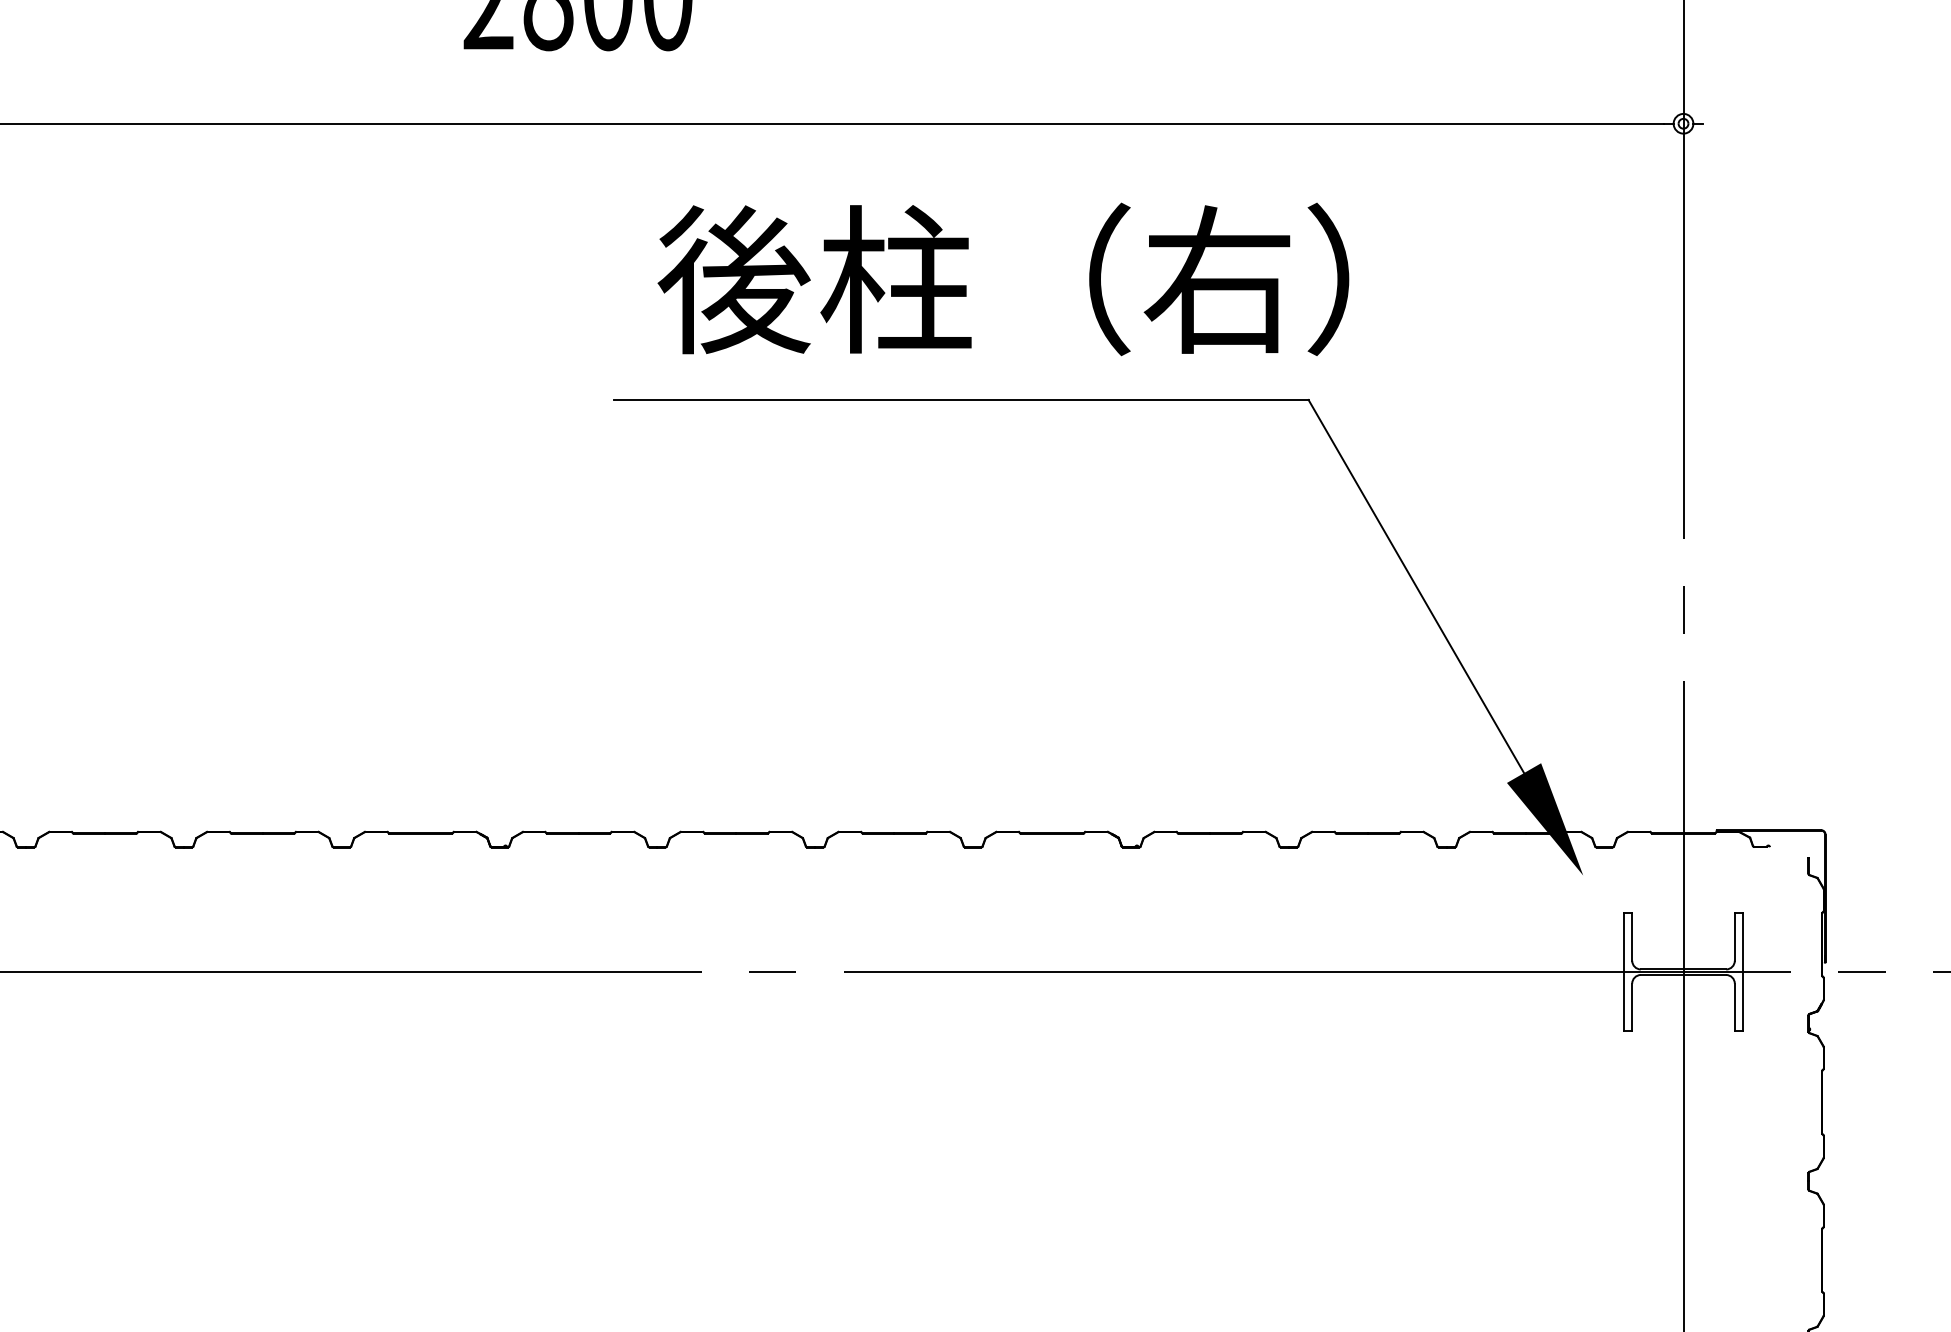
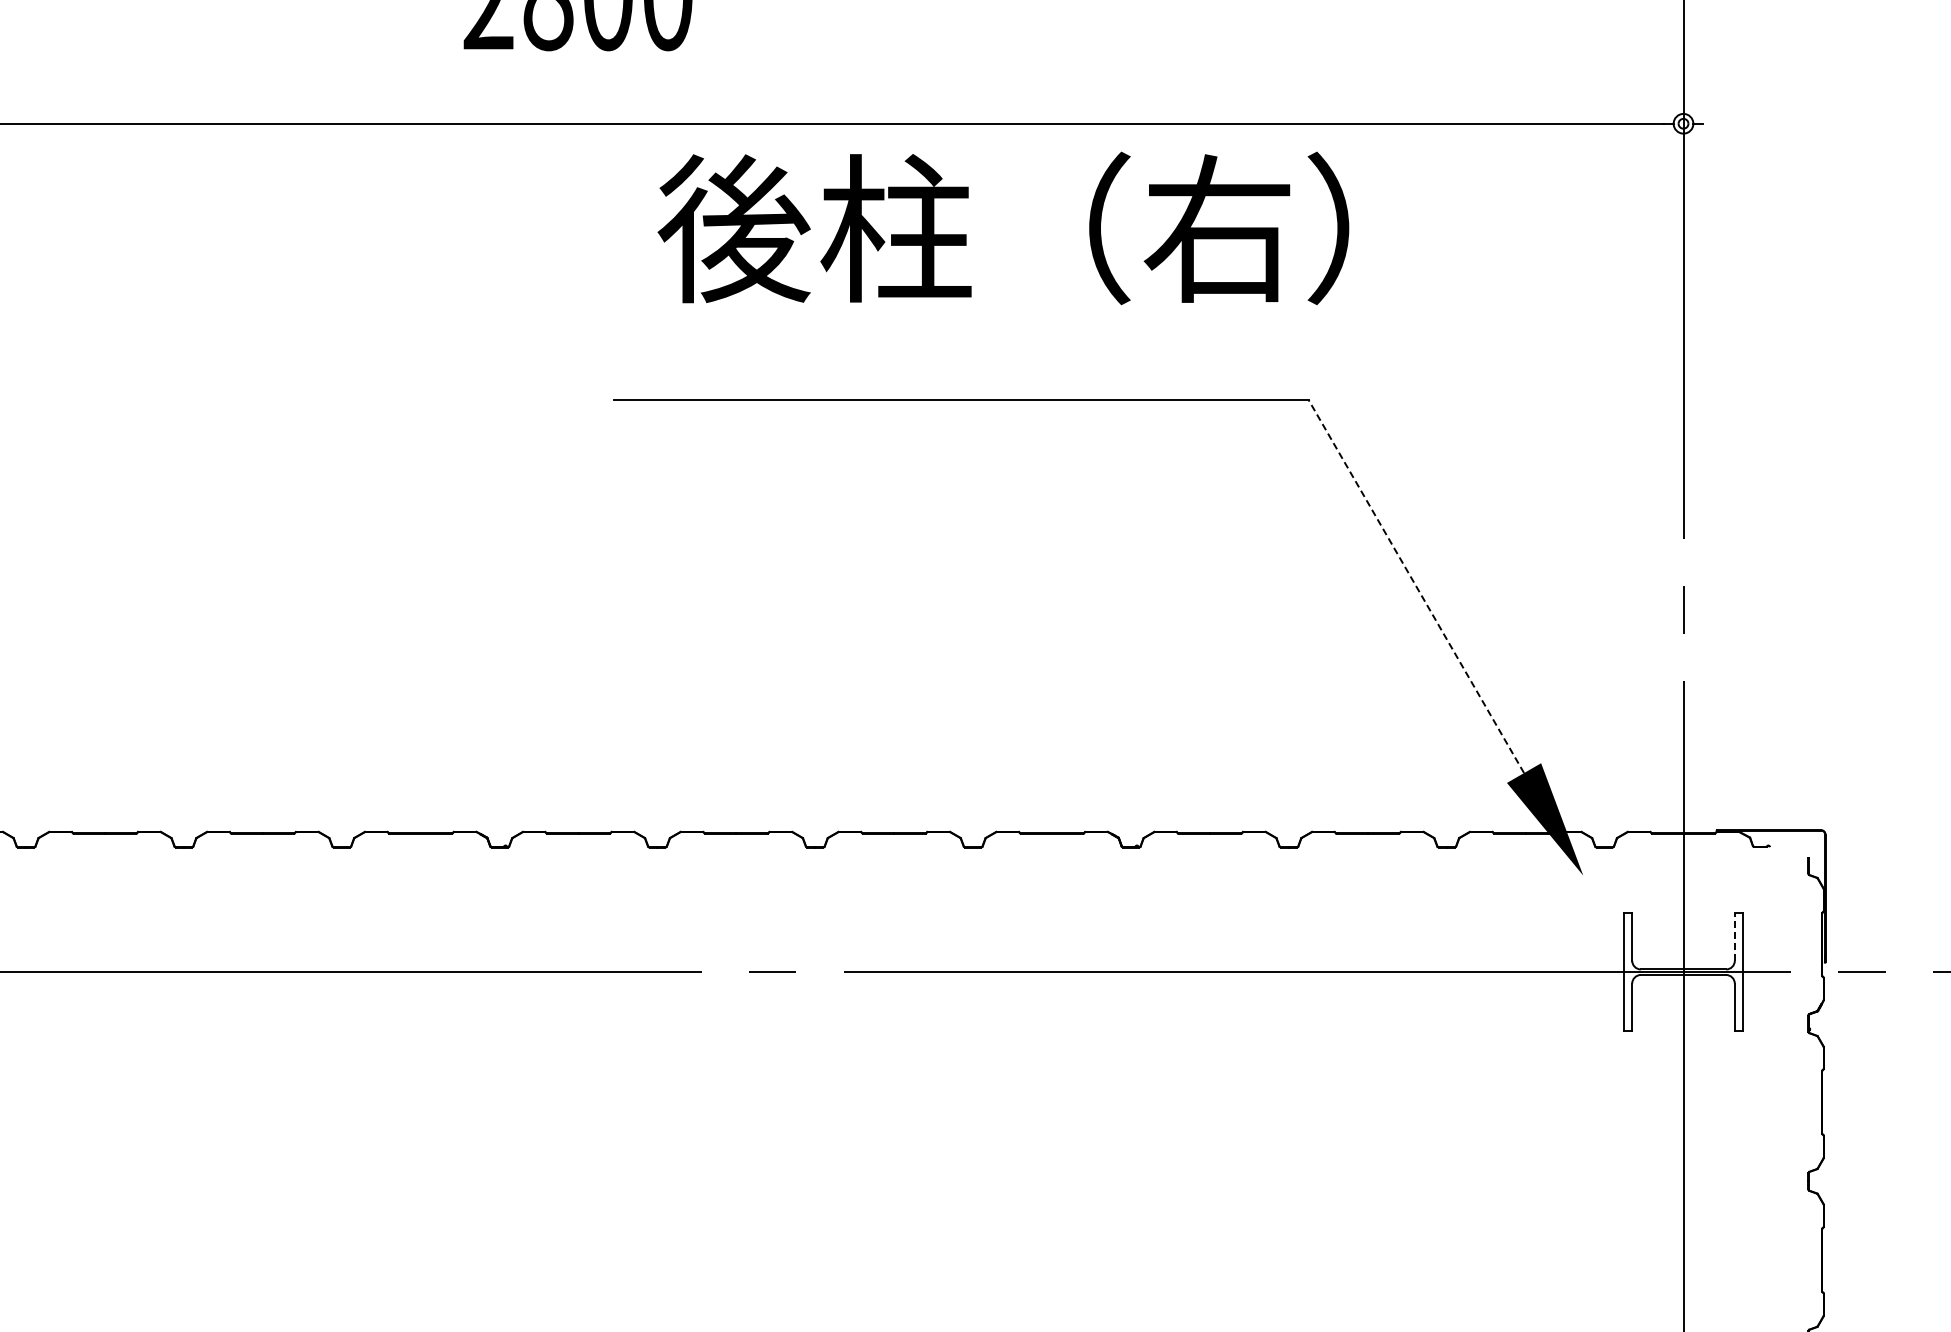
text at (1003, 279) position: (1003, 279) -> (1003, 228)
line at (1416, 586): solid -> dashed
line at (1734, 936): solid -> dashed
